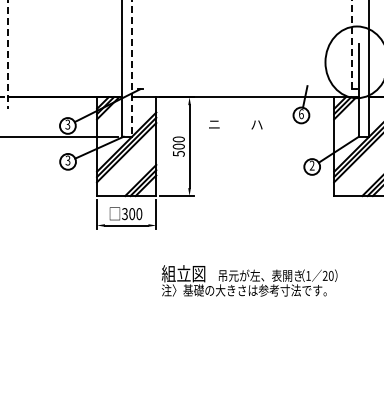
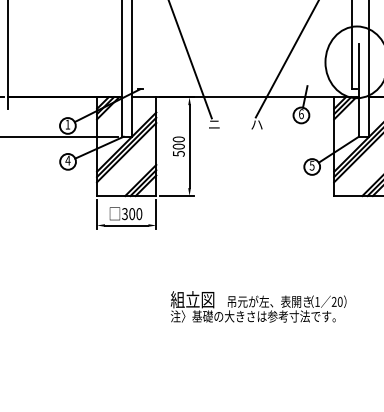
line at (351, 45): dashed -> solid
line at (8, 55): dashed -> solid
line at (286, 59): none -> present
line at (190, 60): none -> present
line at (131, 68): dashed -> solid
text at (67, 124): 3 -> 1
text at (67, 160): 3 -> 4
text at (311, 165): 2 -> 5
text at (249, 280) position: (249, 280) -> (258, 306)
